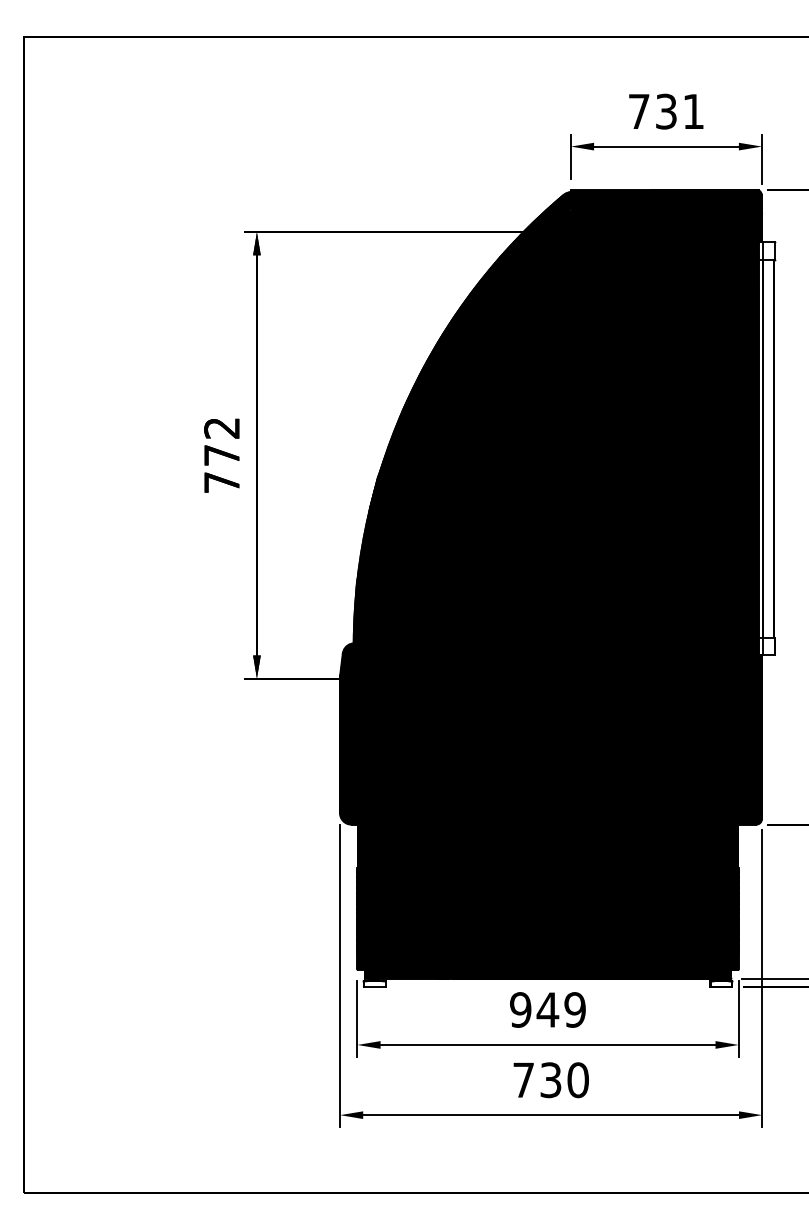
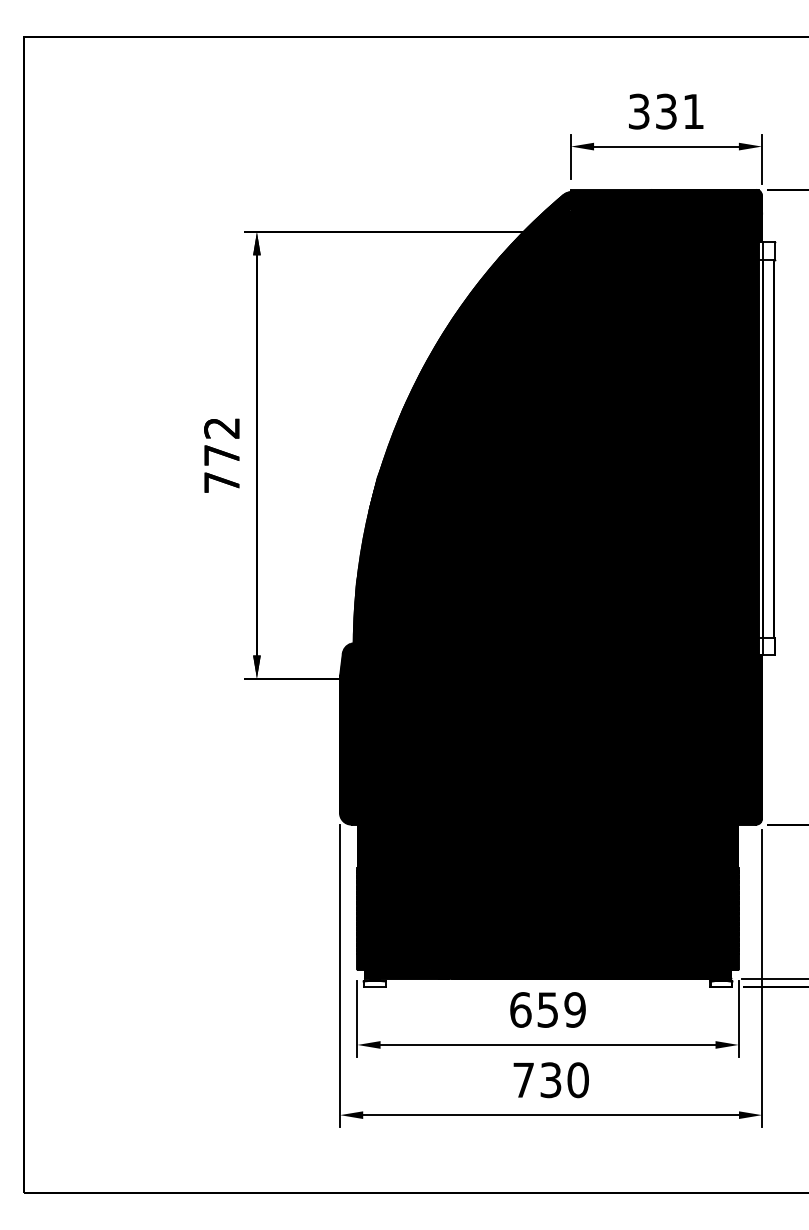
text at (639, 111): 731 -> 331
text at (534, 1009): 949 -> 659
